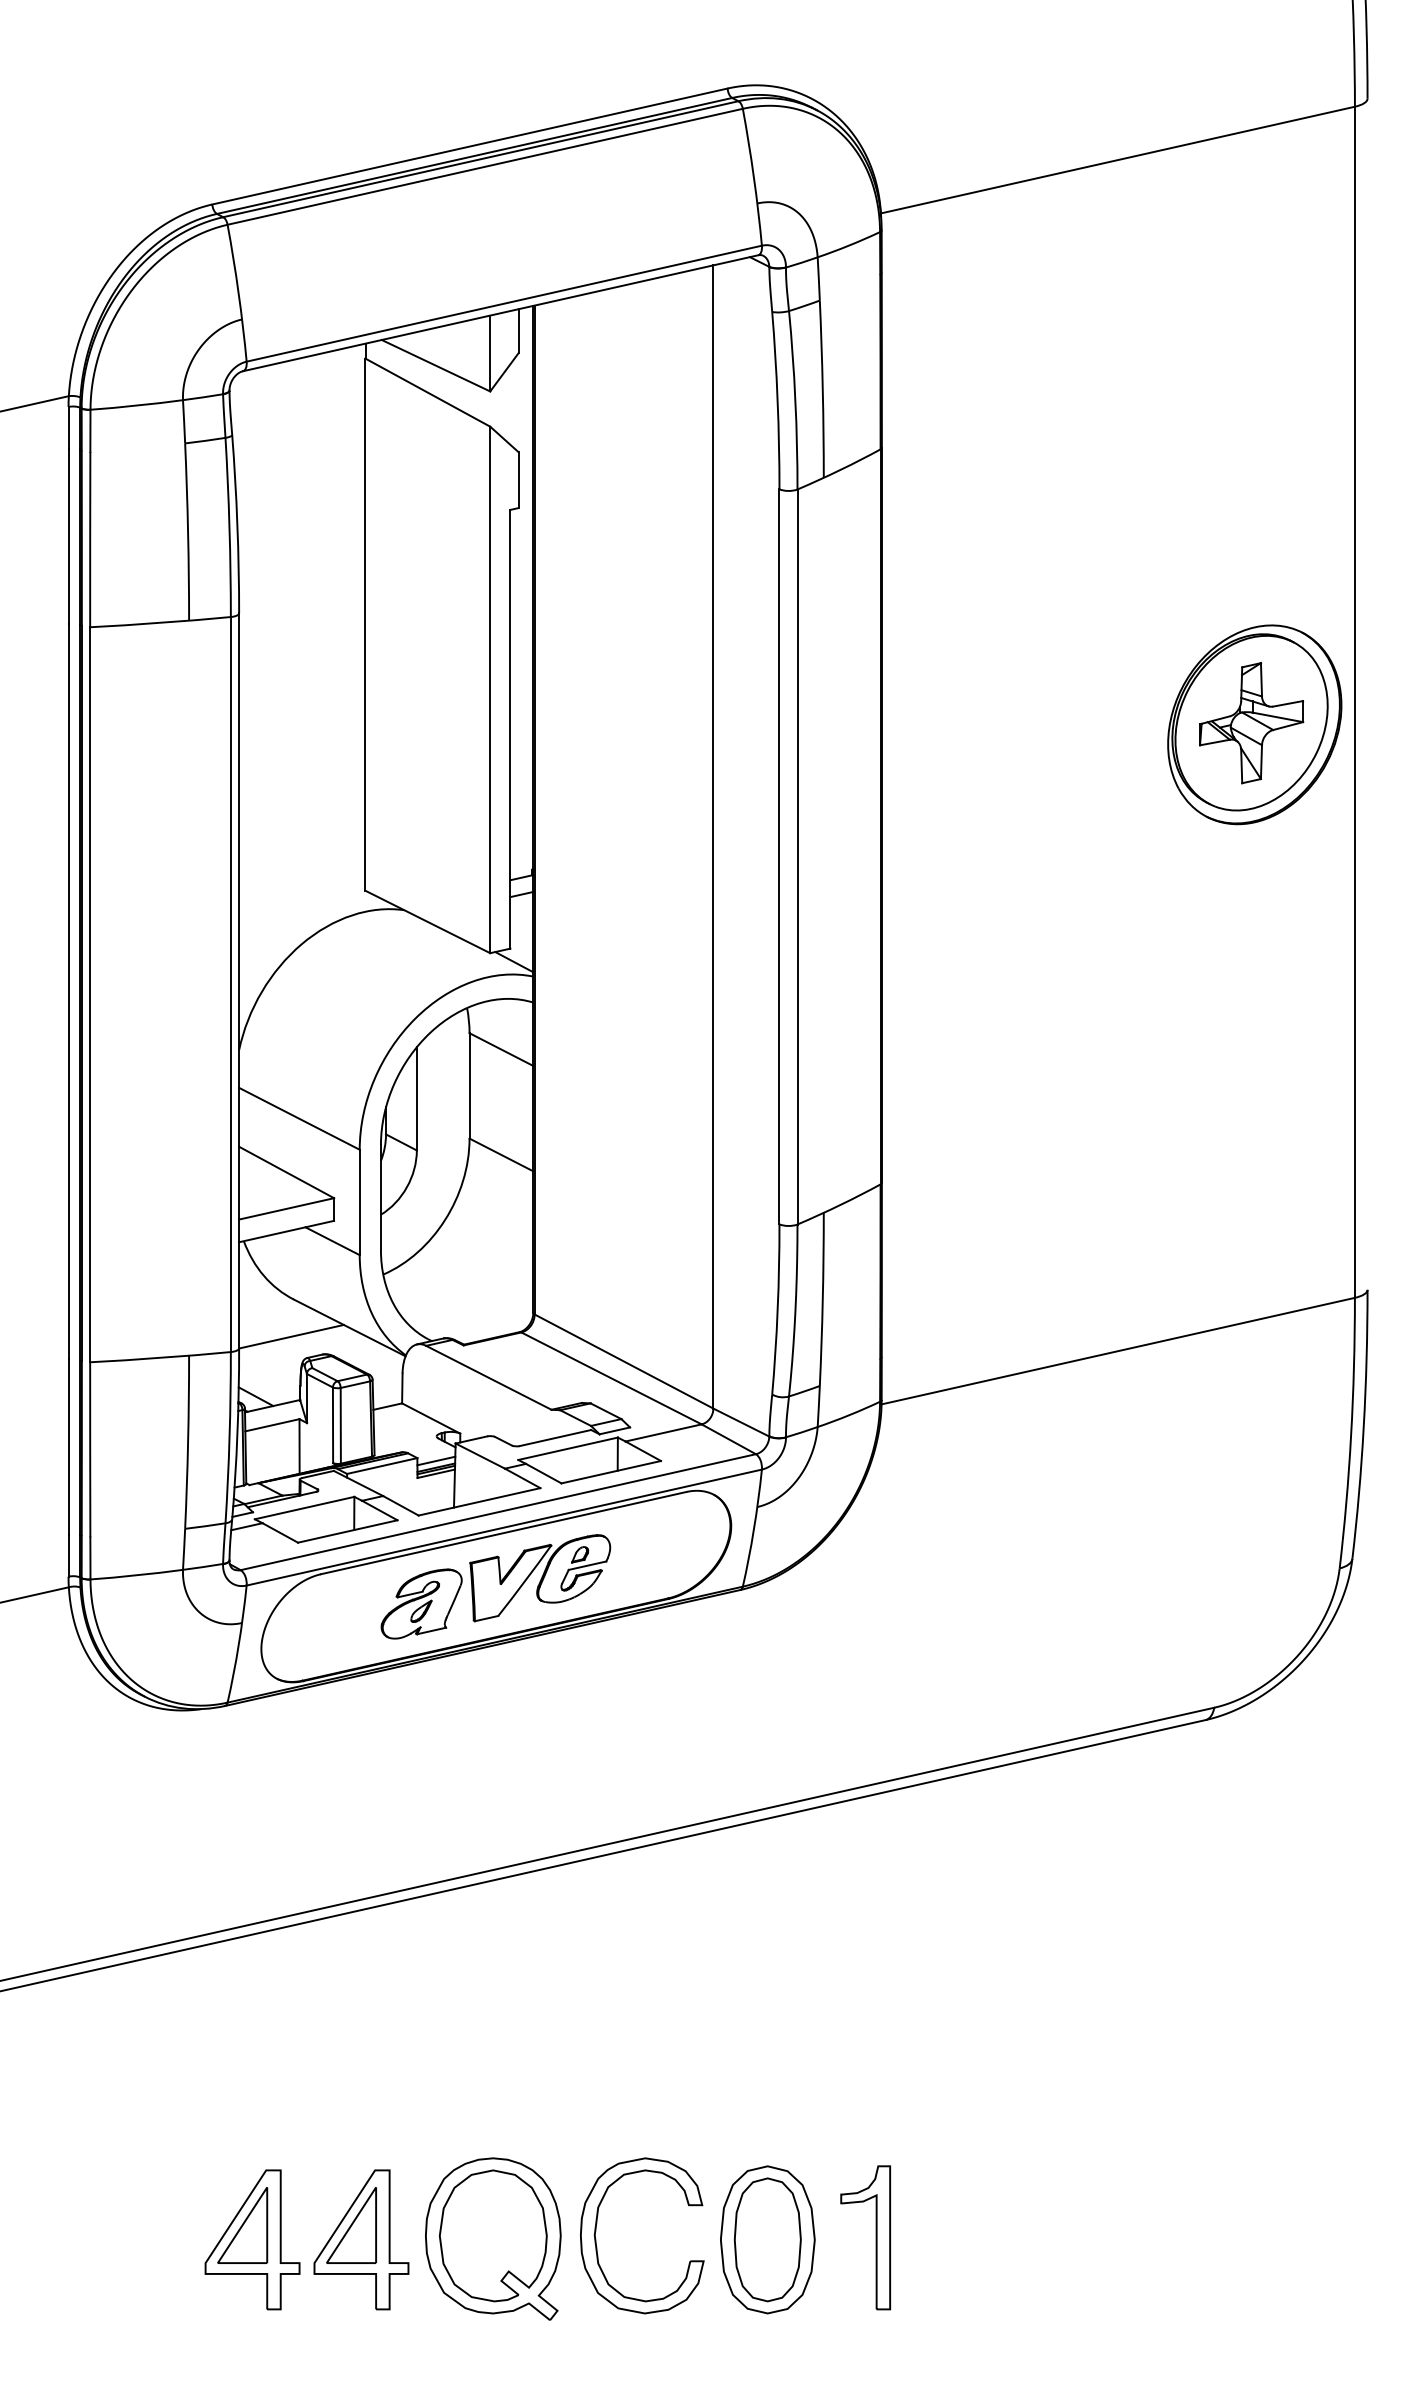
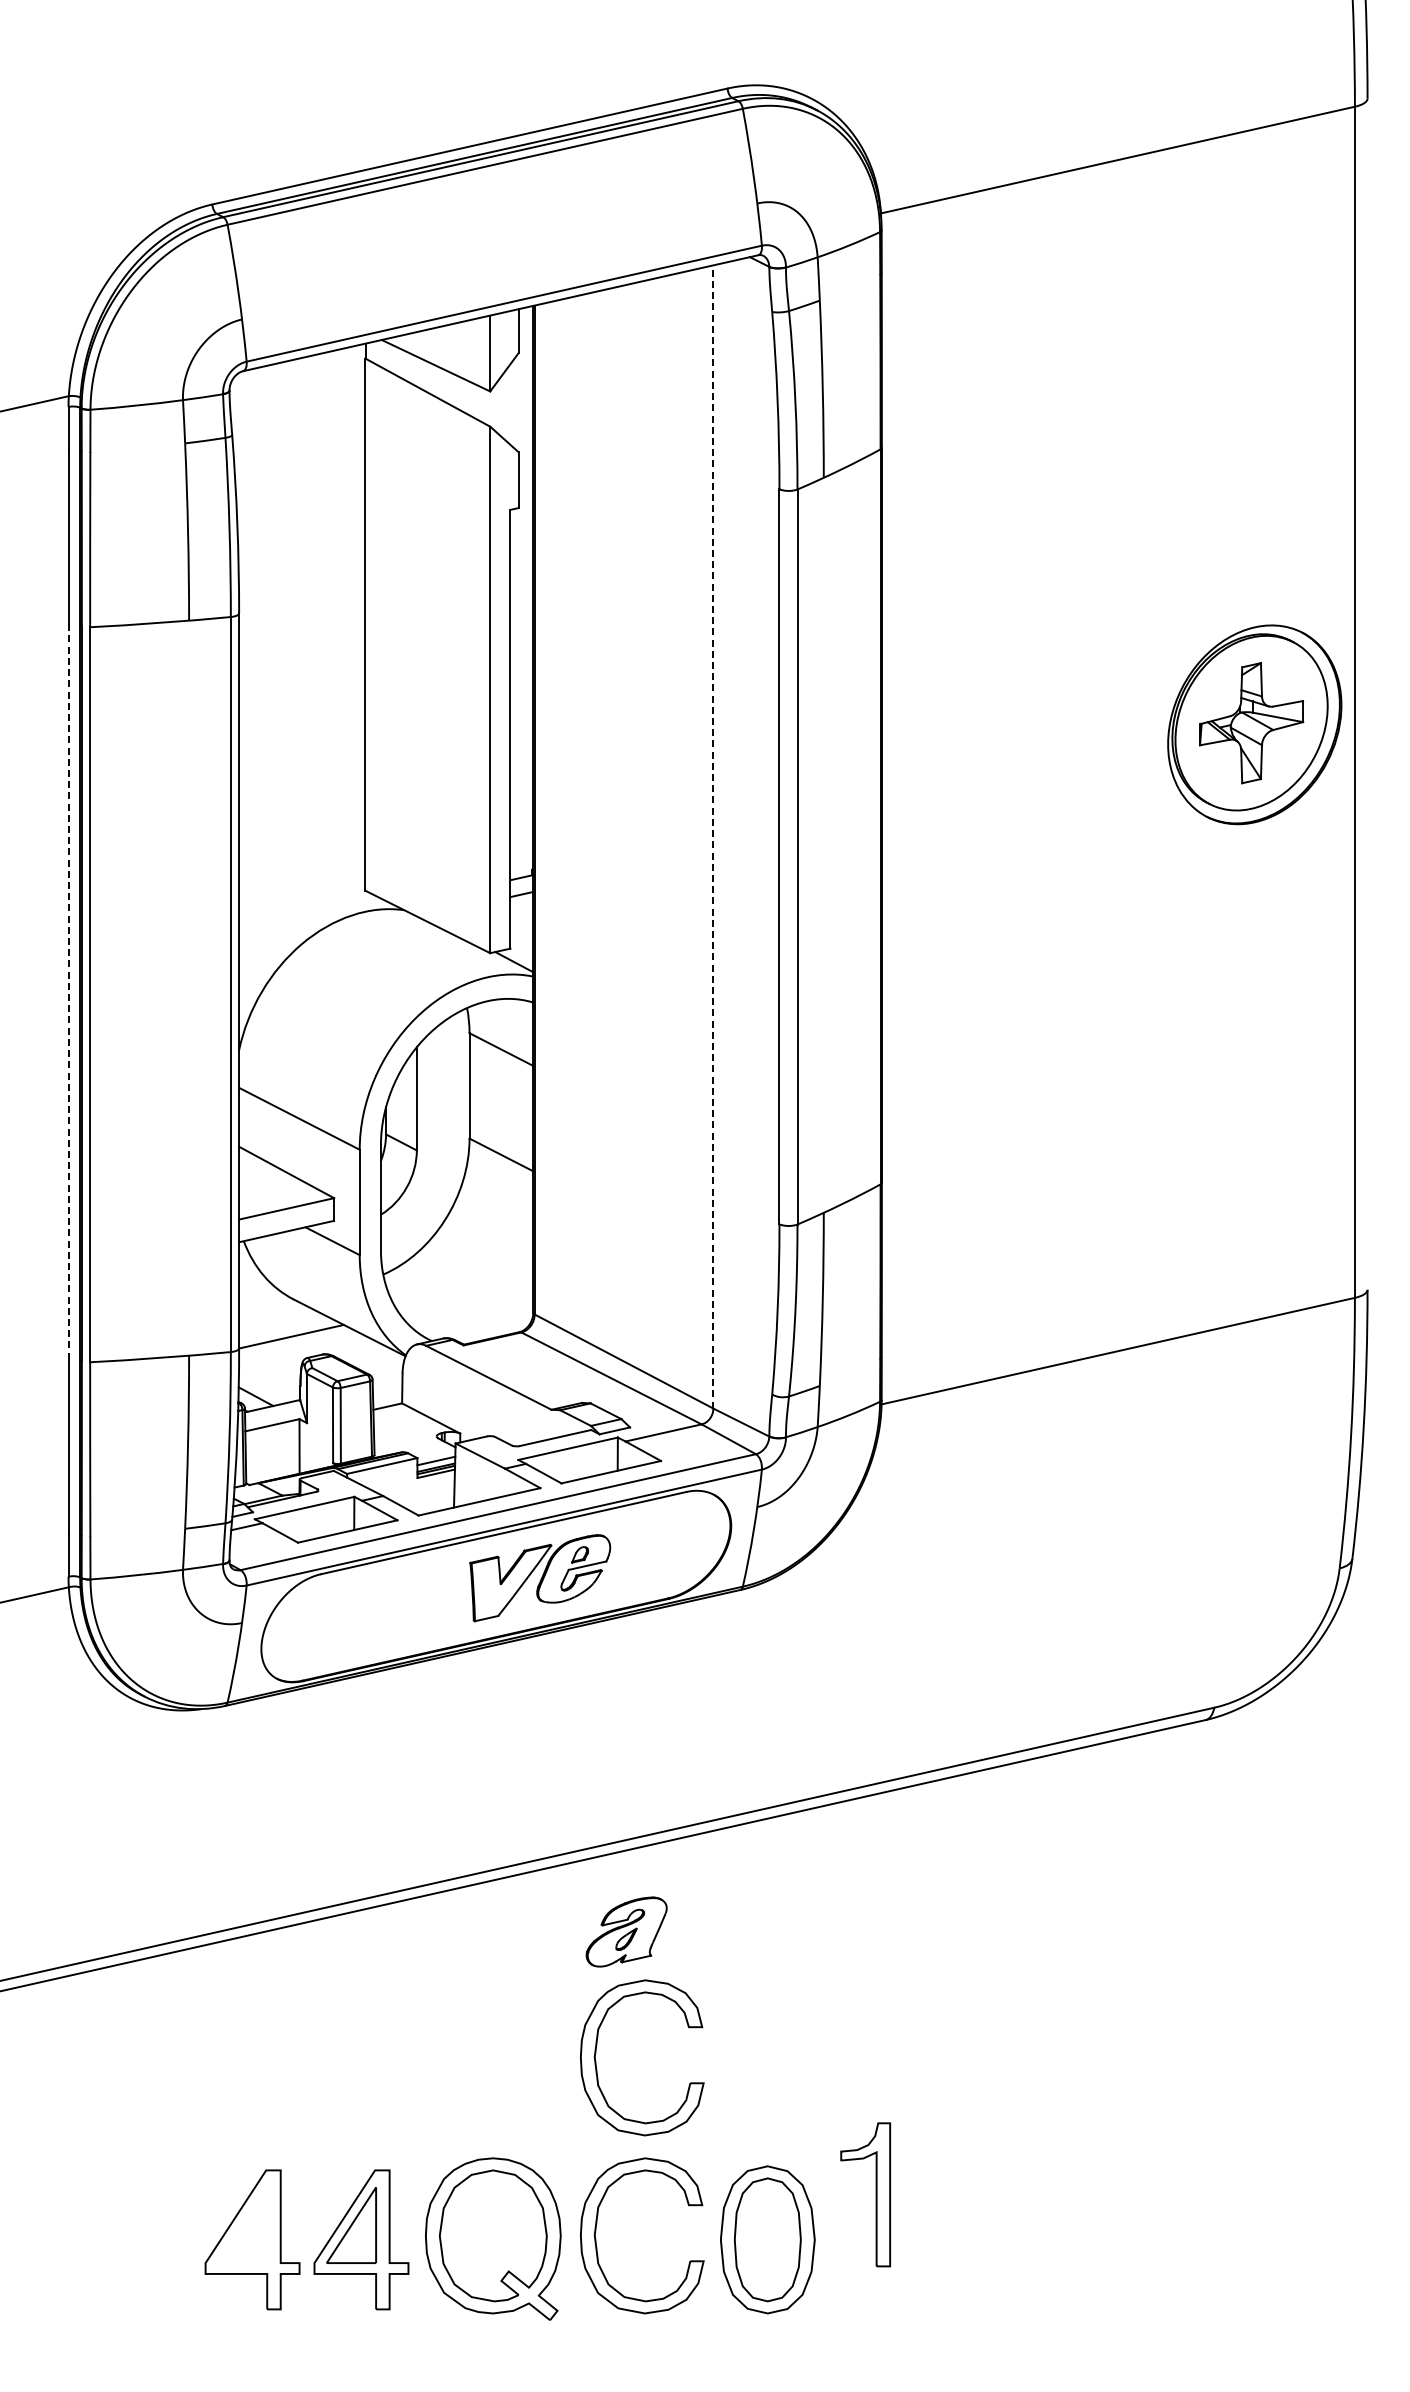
line at (713, 836): solid -> dashed
line at (68, 991): solid -> dashed
part at (421, 1603) position: (421, 1603) -> (626, 1931)
part at (596, 2060): none -> present
part at (242, 2225): present -> none
part at (875, 2237) position: (875, 2237) -> (875, 2194)
